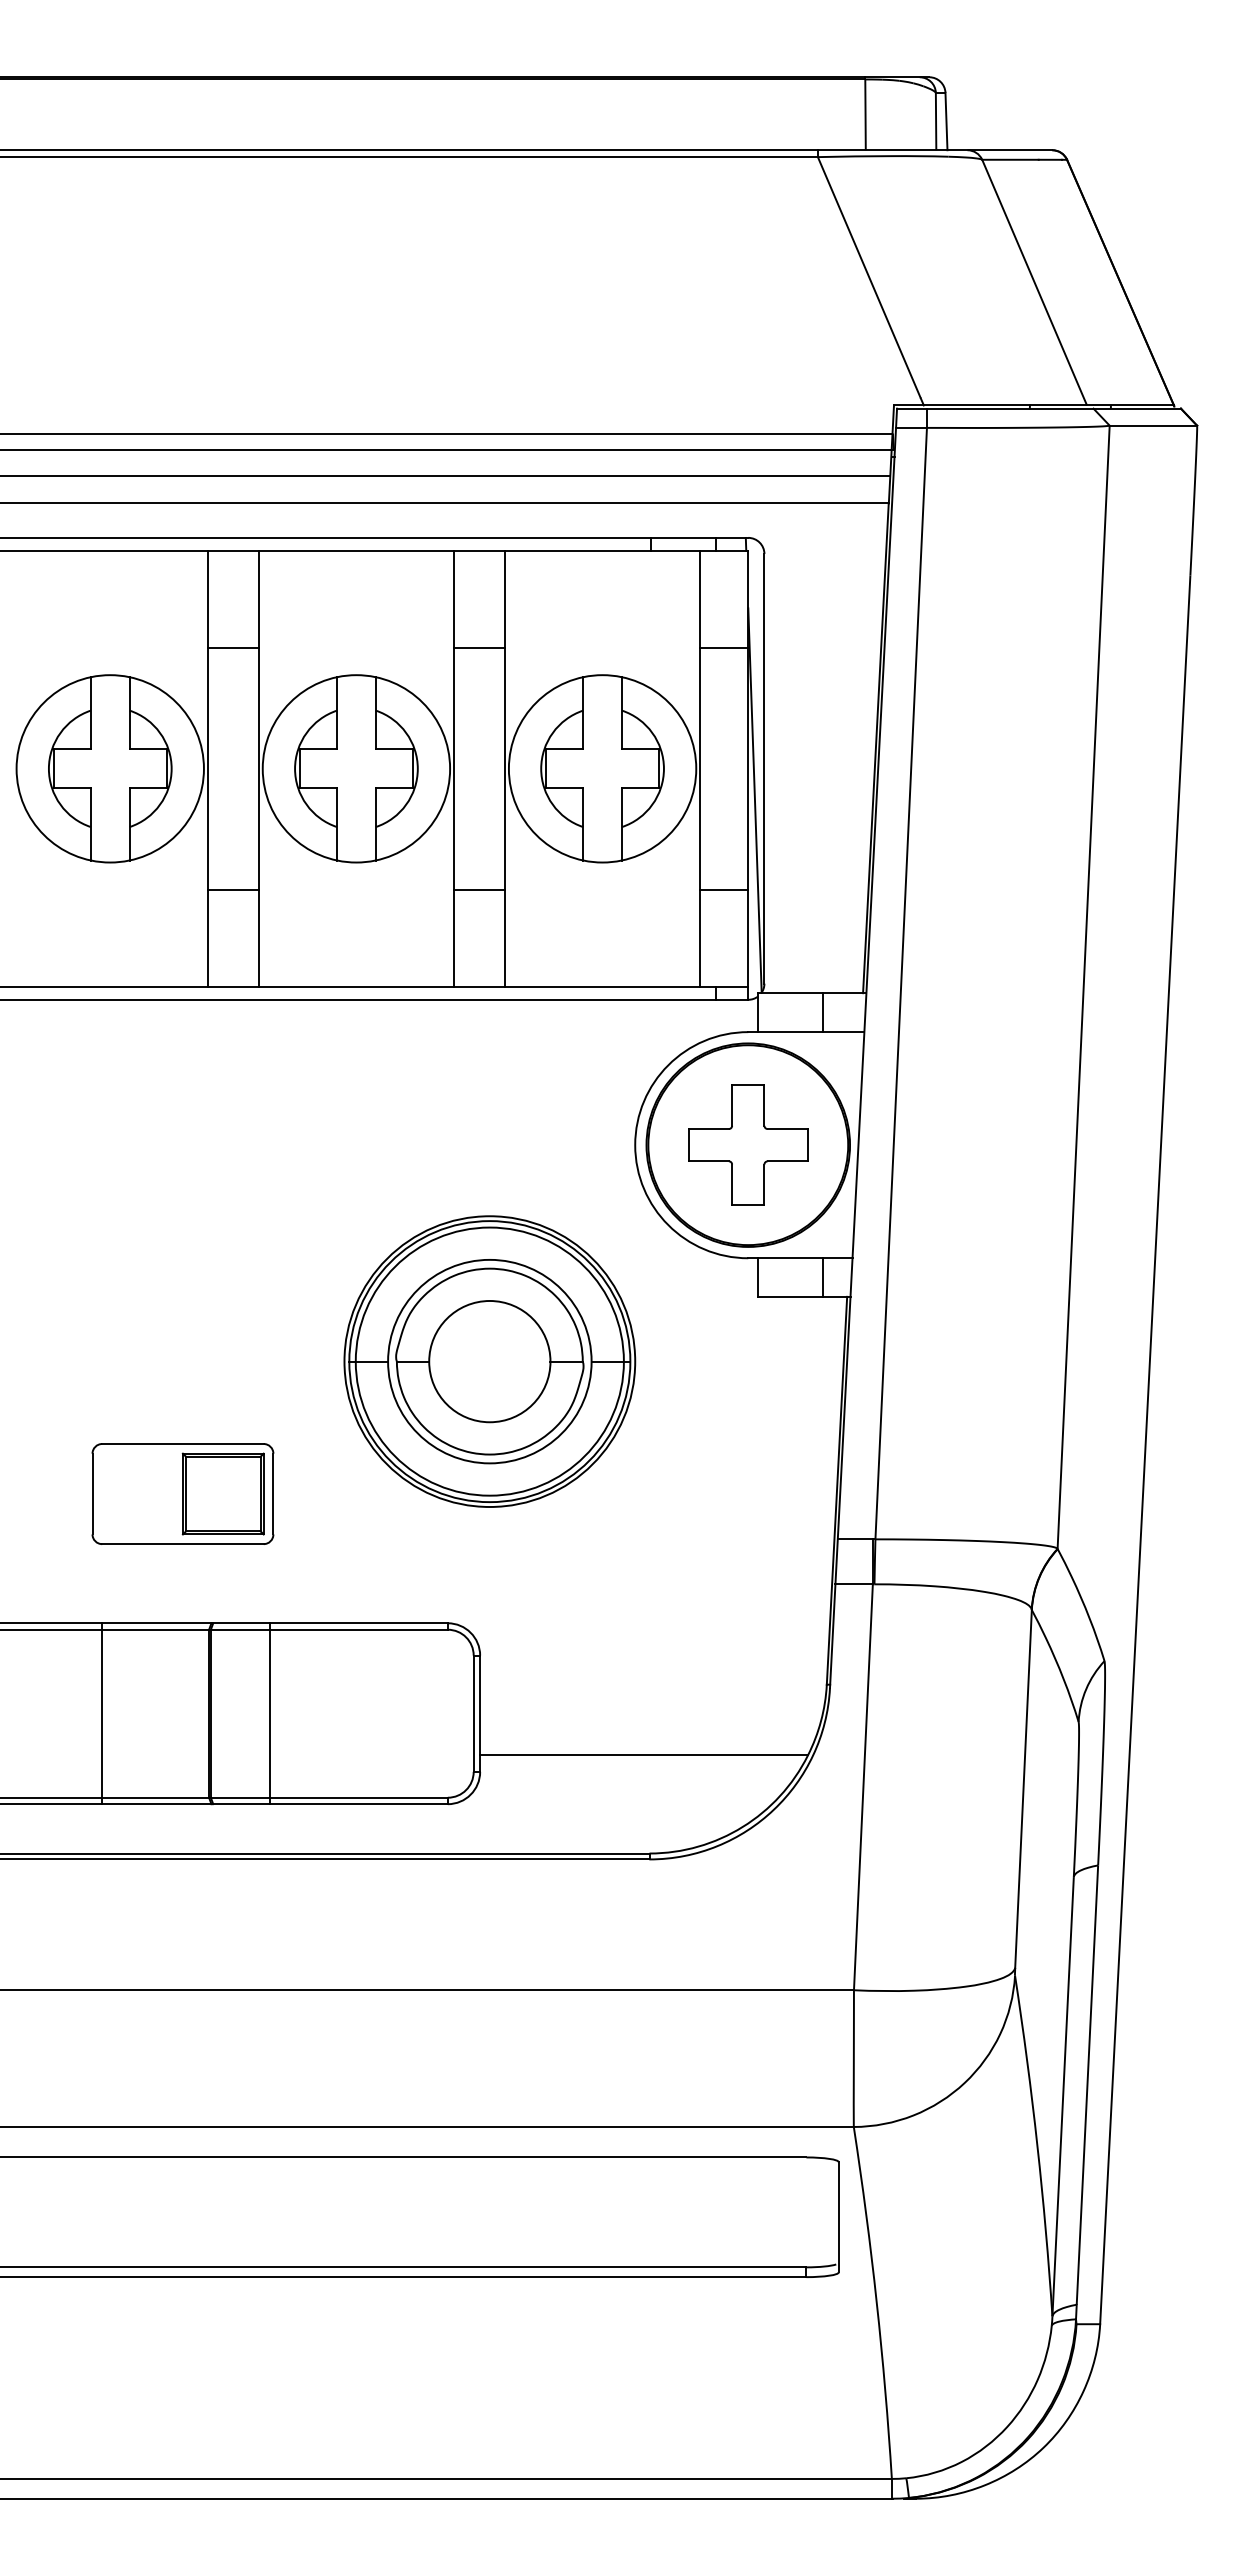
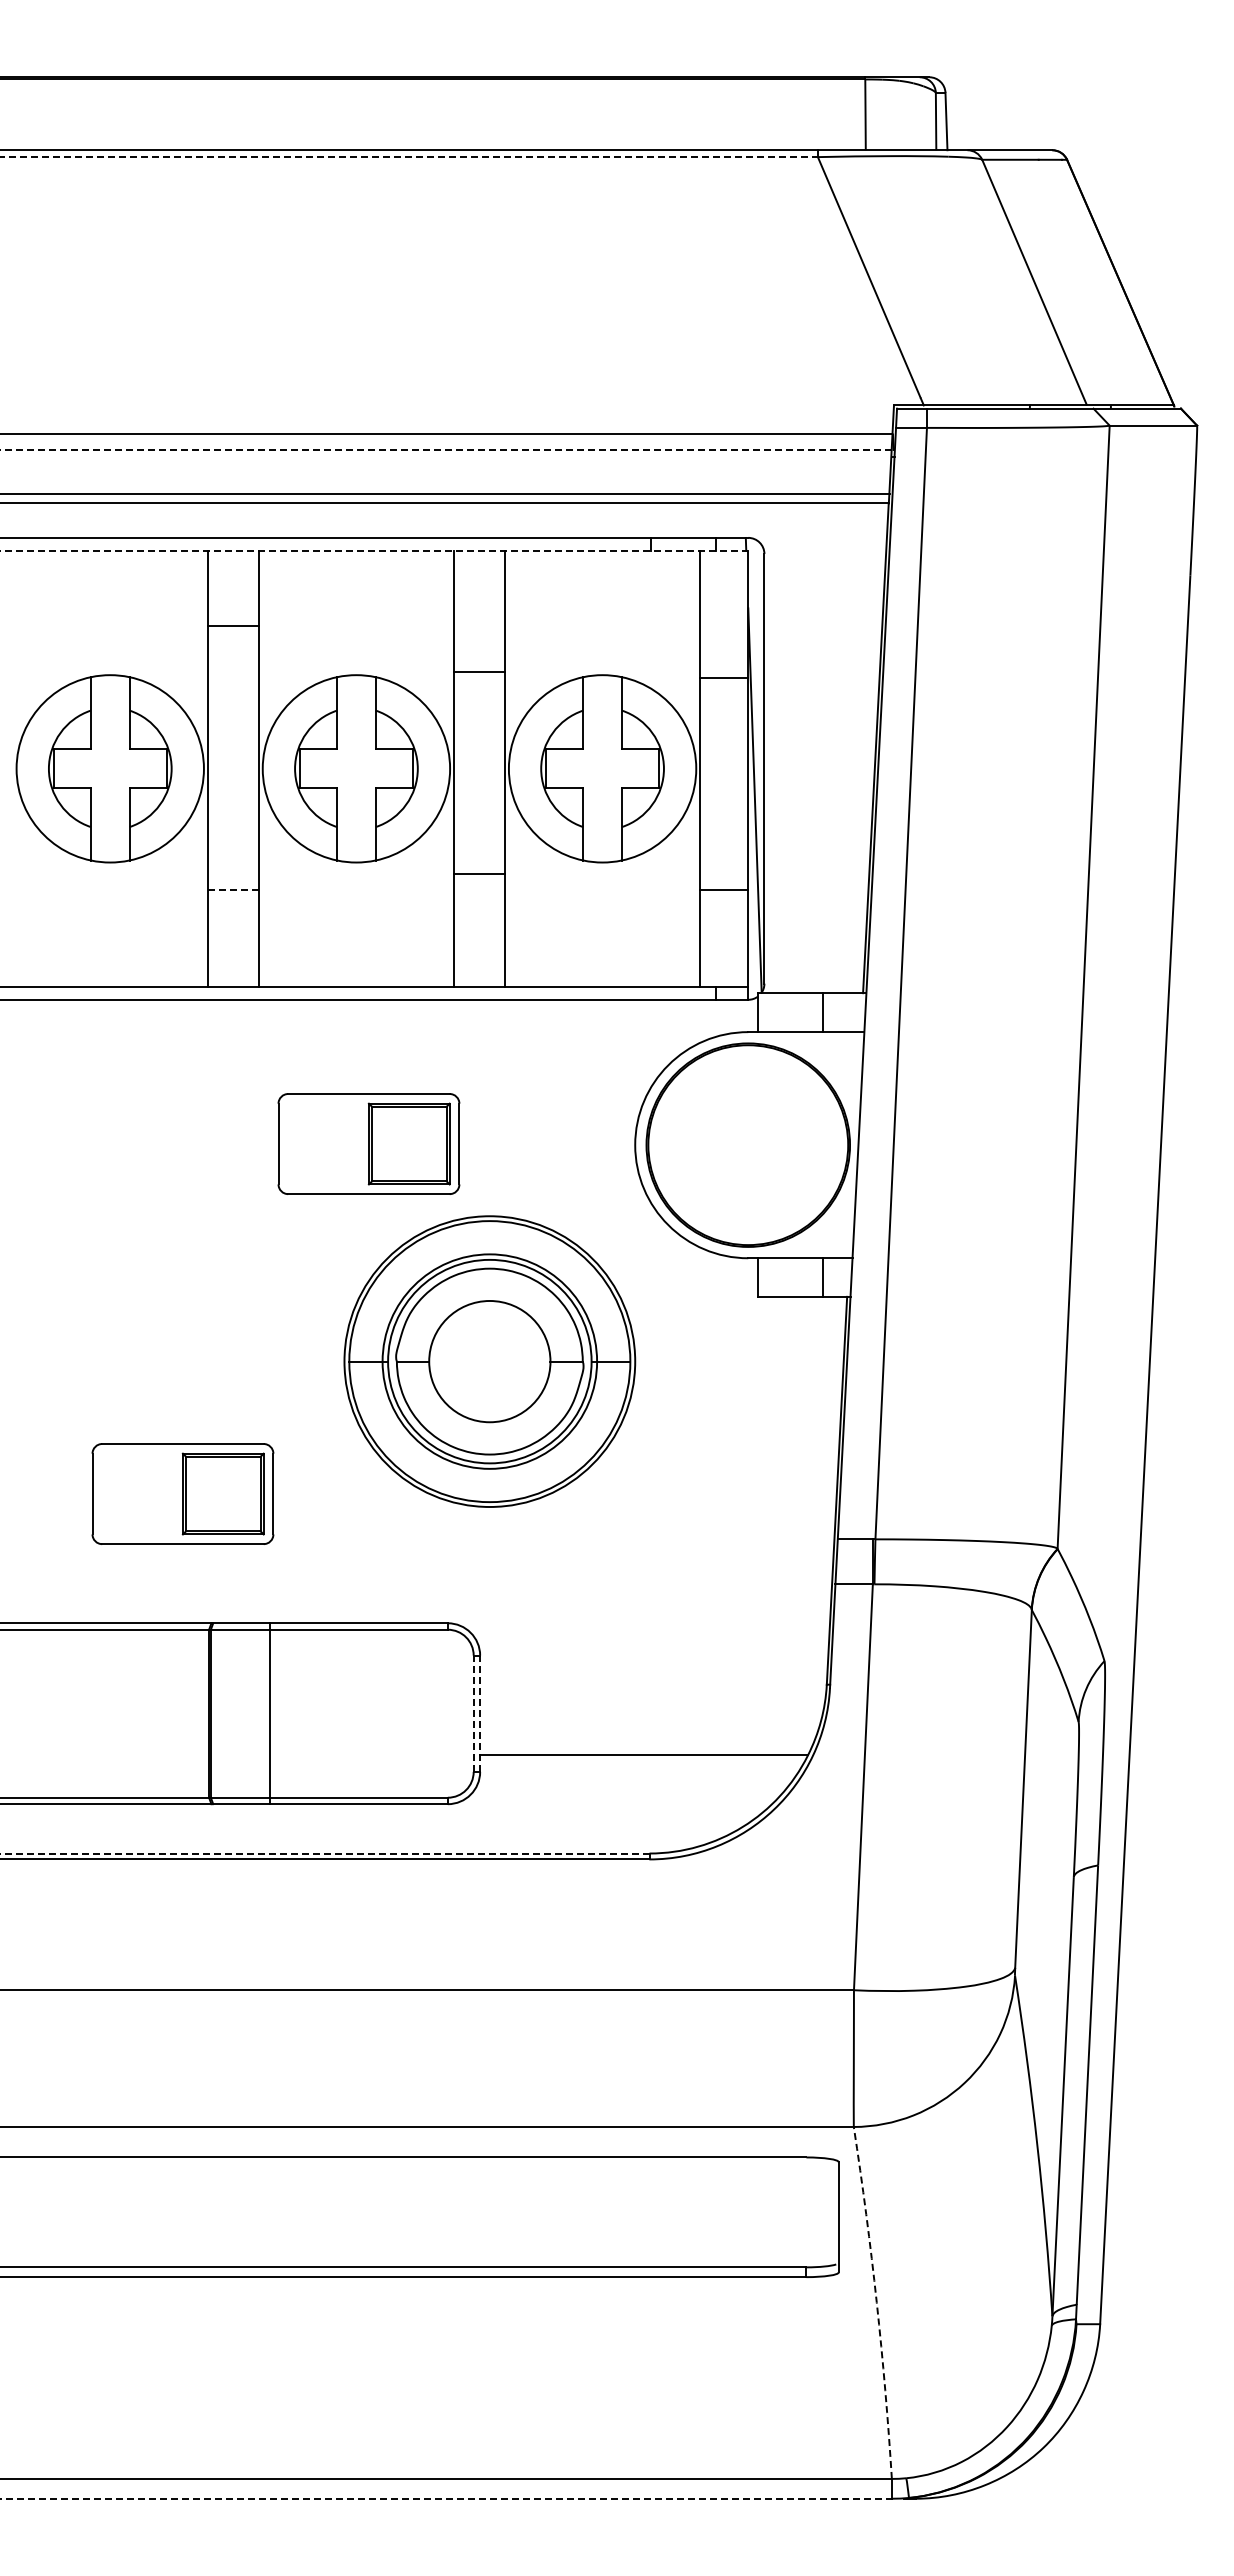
line at (409, 157): solid -> dashed
line at (445, 450): solid -> dashed
line at (446, 476) position: (446, 476) -> (446, 494)
line at (374, 550): solid -> dashed
line at (233, 647) position: (233, 647) -> (233, 625)
line at (479, 647) position: (479, 647) -> (479, 671)
line at (723, 647) position: (723, 647) -> (723, 677)
line at (233, 889): solid -> dashed
line at (479, 889) position: (479, 889) -> (479, 873)
part at (368, 1143): none -> present
part at (748, 1144): present -> none
circle at (489, 1361) diameter: 268 px -> 214 px
line at (102, 1713): present -> none
line at (473, 1713): solid -> dashed
line at (480, 1713): solid -> dashed
line at (324, 1853): solid -> dashed
arc at (876, 2302): solid -> dashed
line at (446, 2498): solid -> dashed
